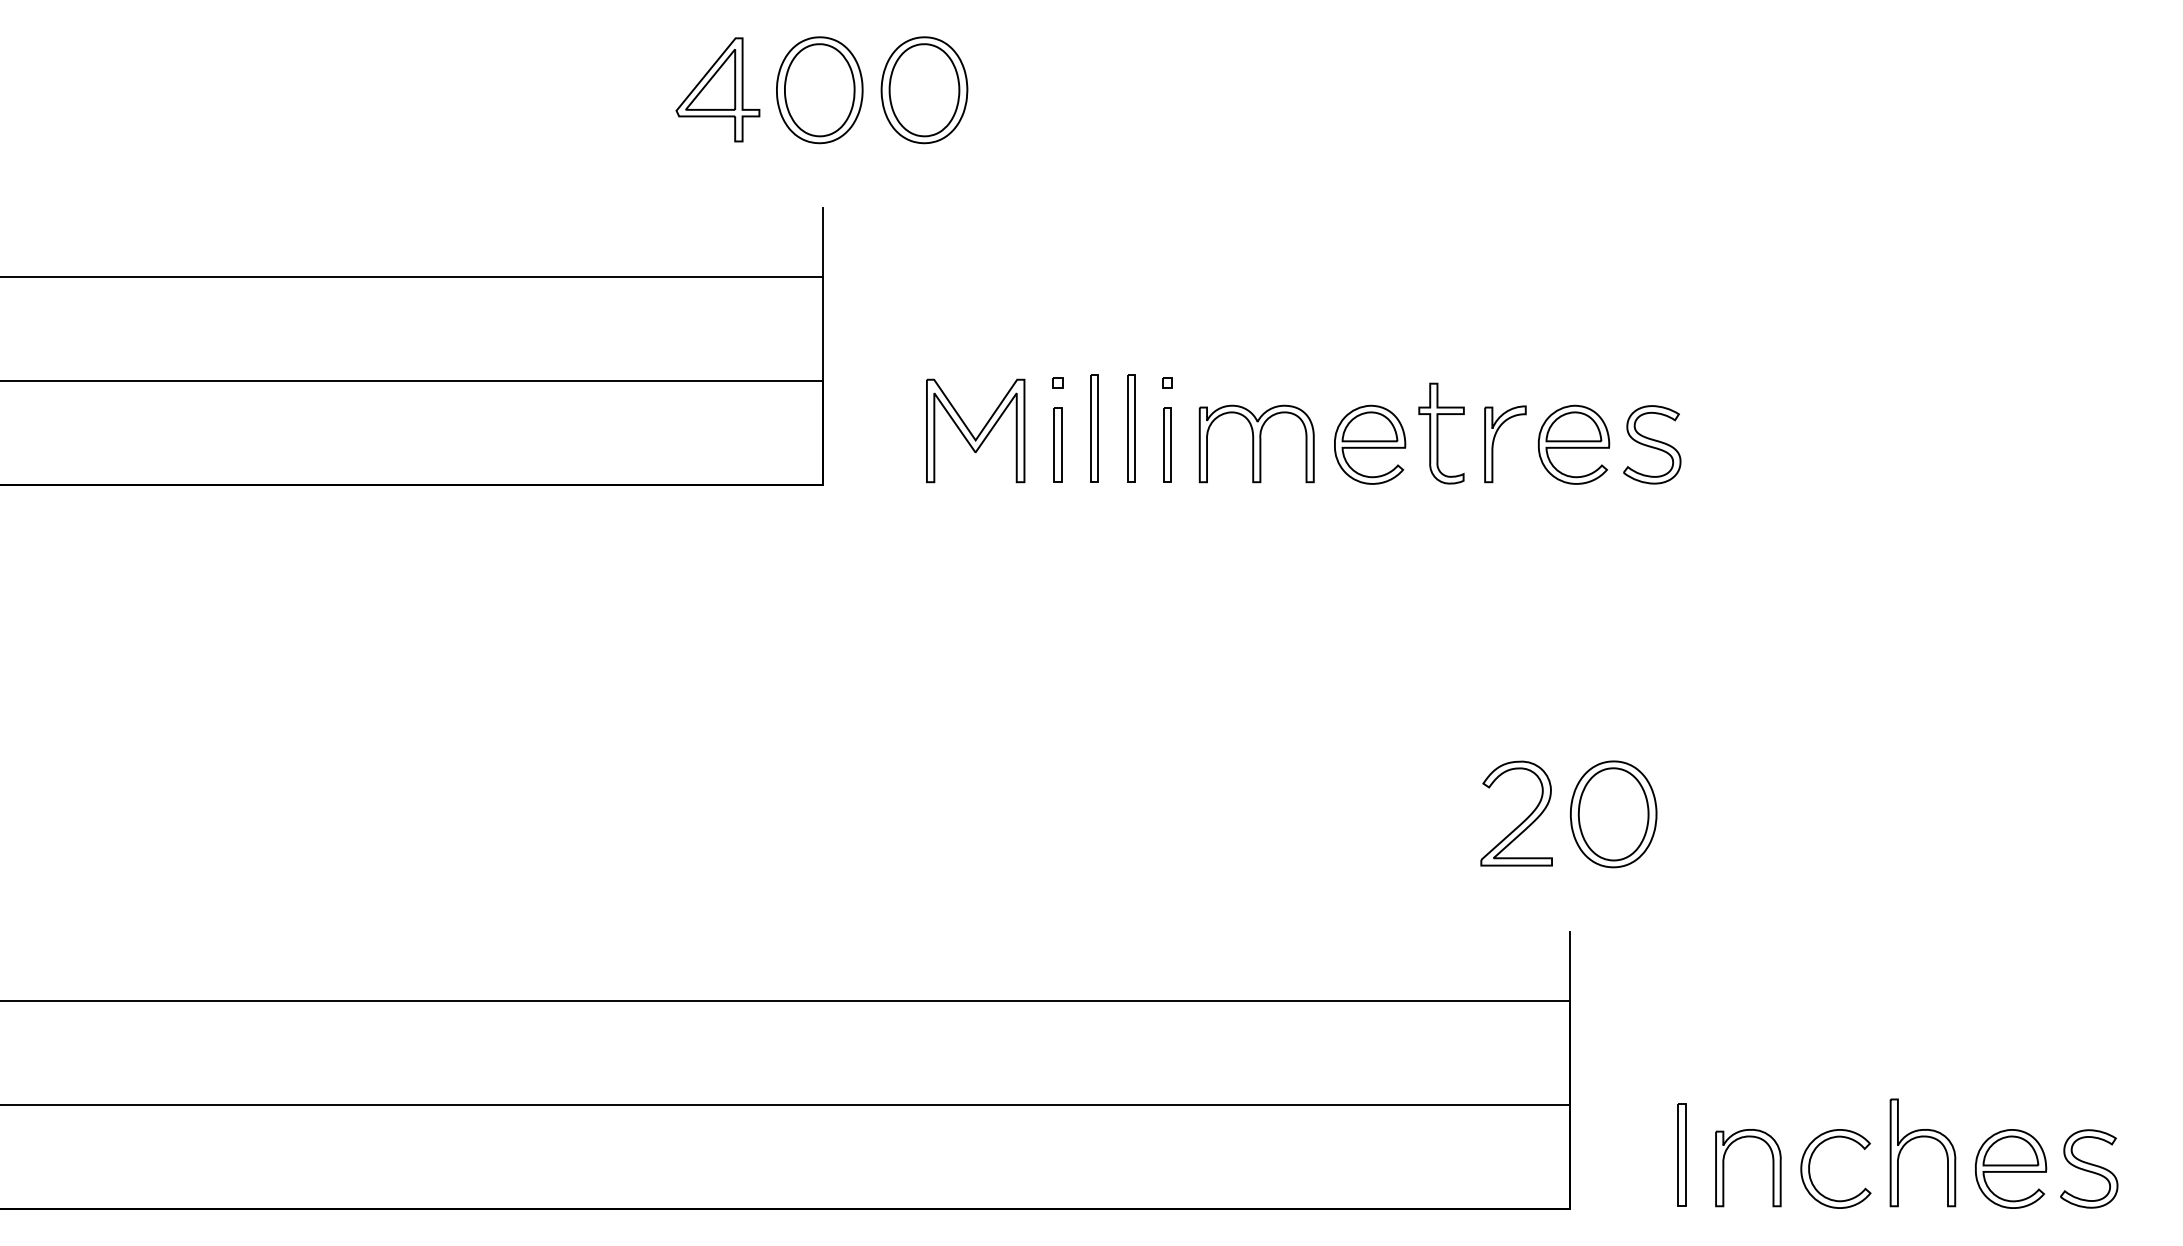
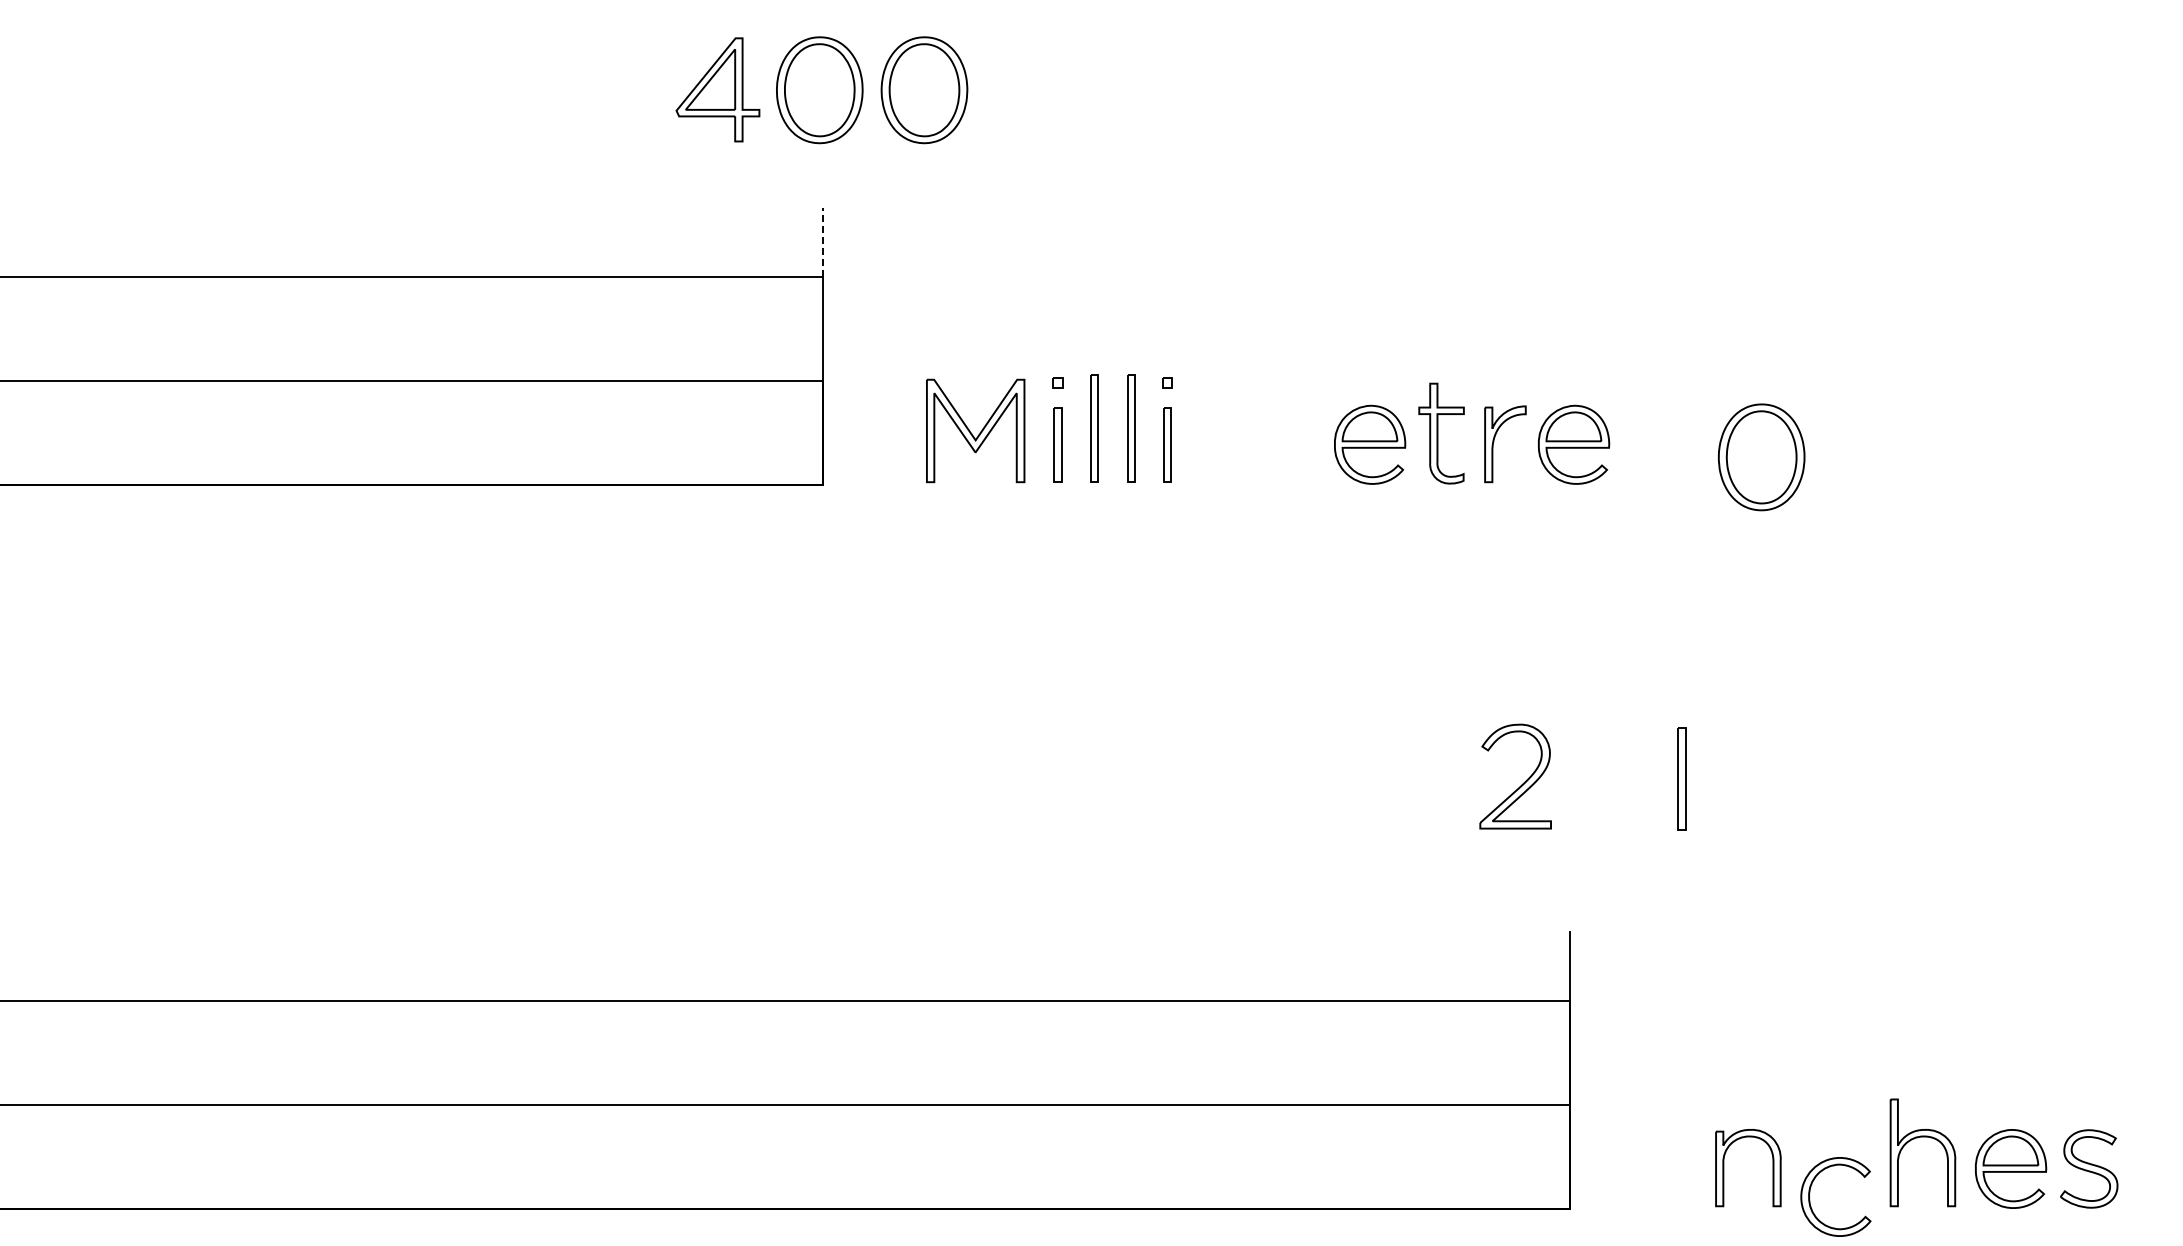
line at (823, 242): solid -> dashed
part at (1256, 443): present -> none
part at (1652, 444): present -> none
part at (1613, 814) position: (1613, 814) -> (1761, 457)
part at (1523, 820) position: (1523, 820) -> (1522, 783)
part at (1681, 1154) position: (1681, 1154) -> (1681, 778)
part at (1810, 1164) position: (1810, 1164) -> (1810, 1192)
